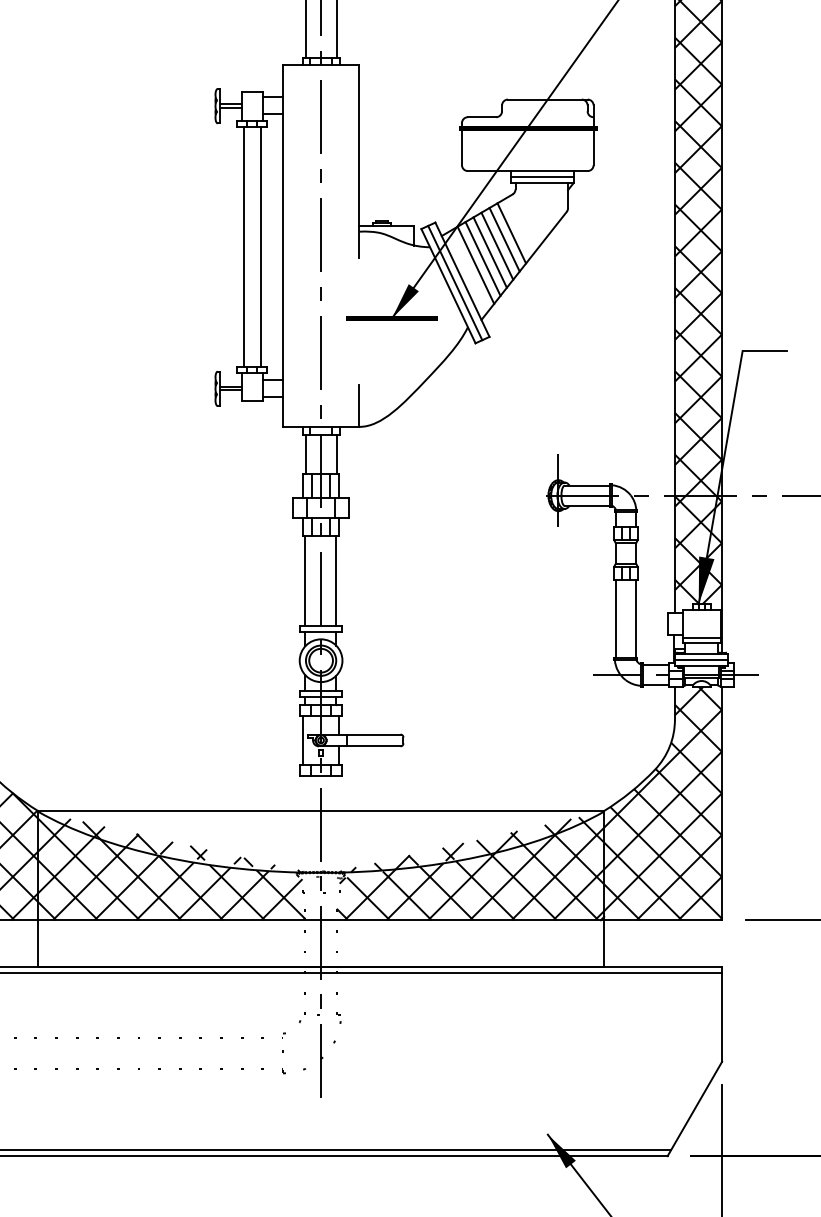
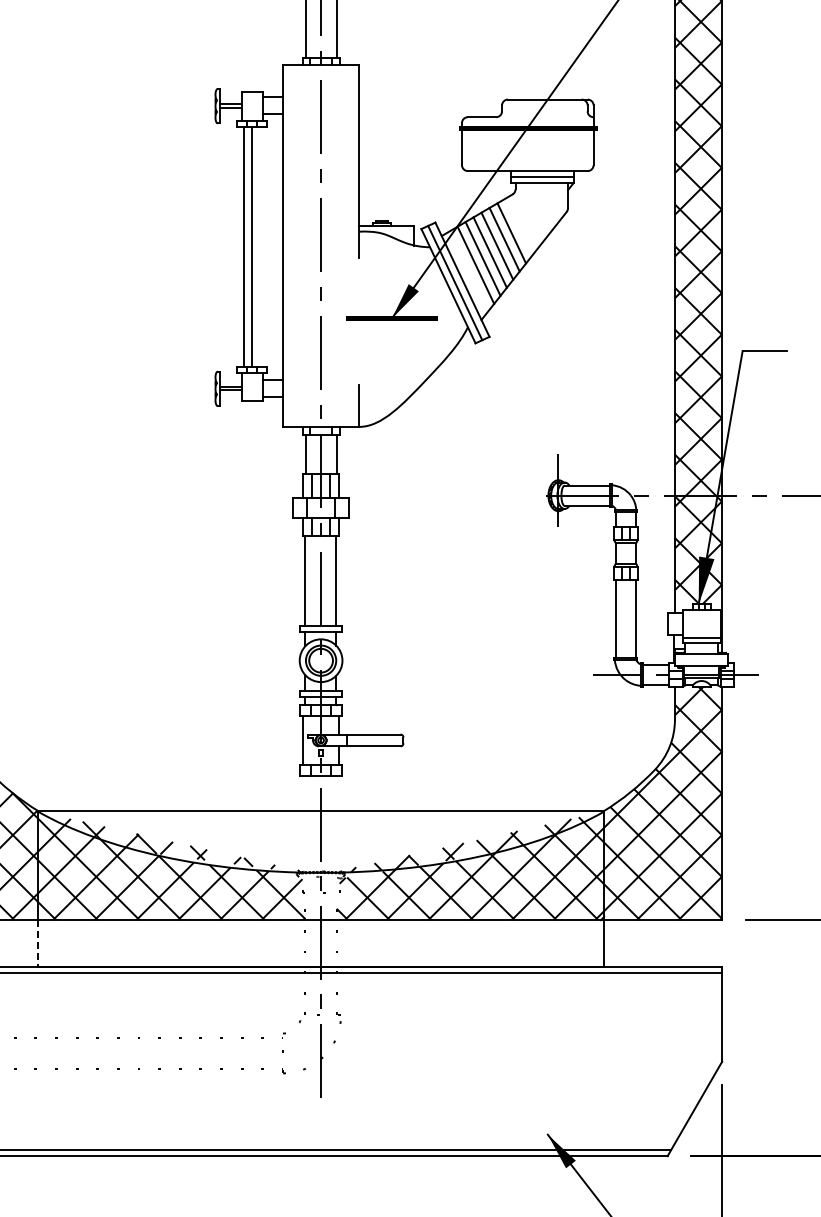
line at (260, 246) position: (260, 246) -> (251, 246)
line at (701, 660): present -> none
line at (38, 943): solid -> dashed
